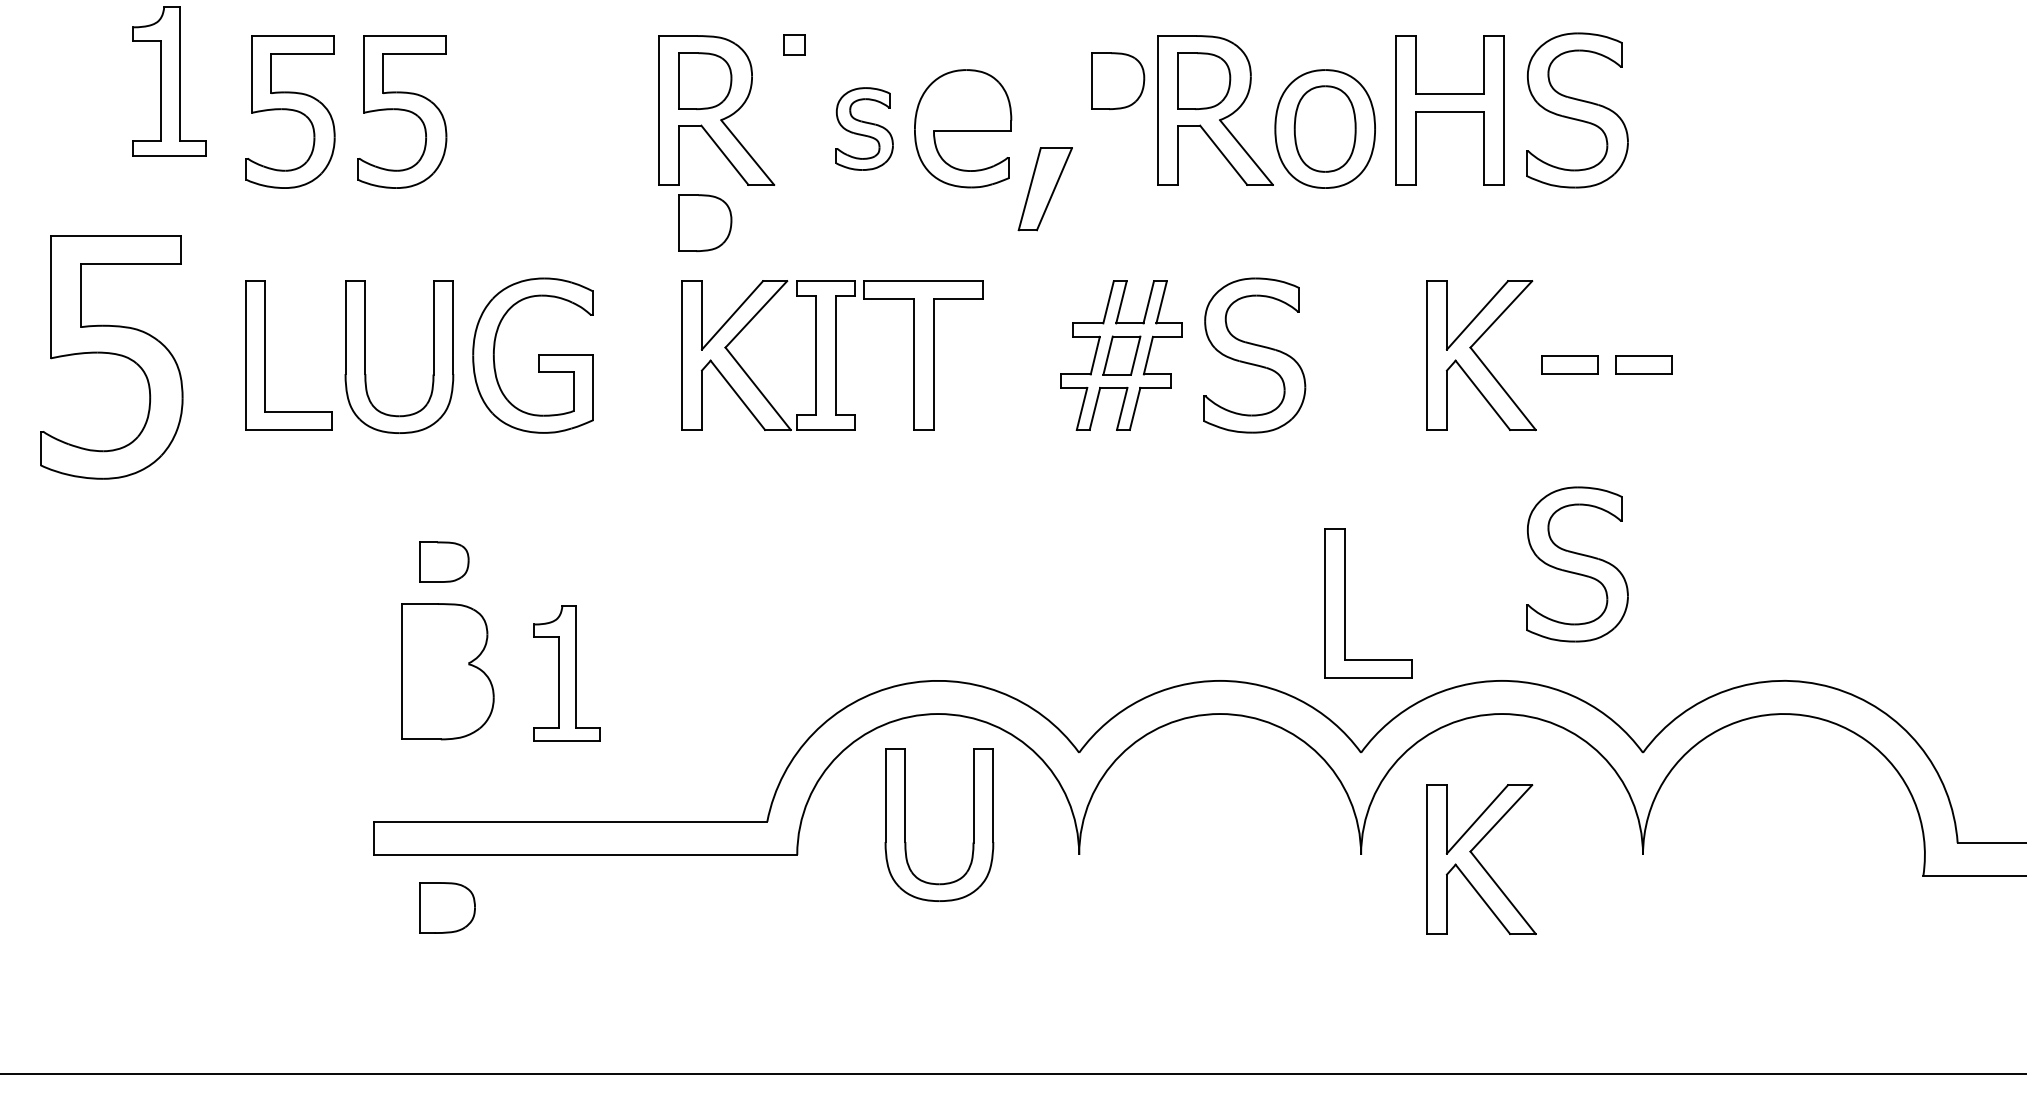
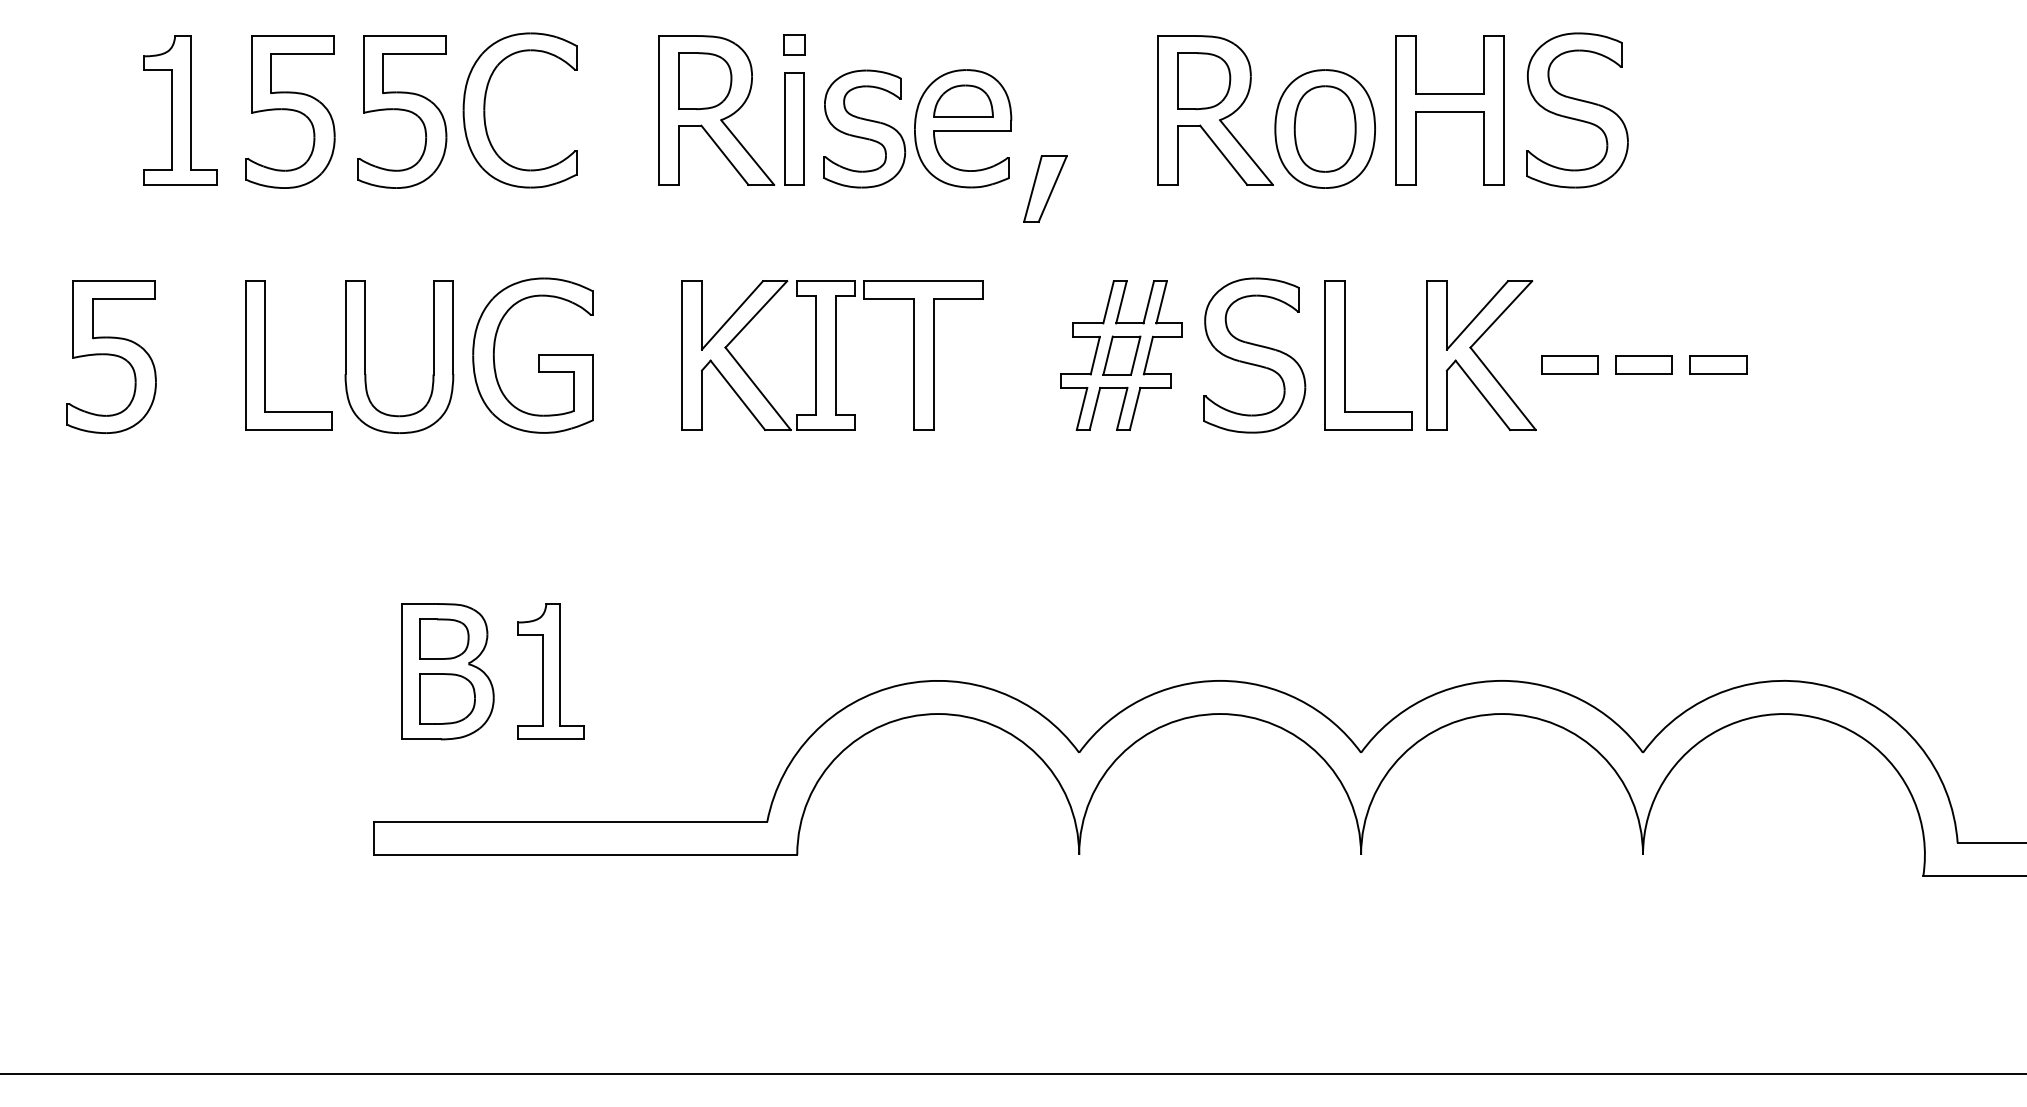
part at (1118, 80): present -> none
part at (169, 81) position: (169, 81) -> (180, 110)
part at (963, 100): none -> present
part at (485, 110): none -> present
part at (794, 128): none -> present
part at (864, 128) size: 59x84 px -> 83x120 px
part at (1044, 189) size: 56x85 px -> 45x68 px
part at (705, 222): present -> none
part at (111, 357) size: 144x245 px -> 91x154 px
part at (1718, 364): none -> present
part at (444, 561) position: (444, 561) -> (444, 638)
part at (1577, 564): present -> none
part at (1345, 603) position: (1345, 603) -> (1345, 355)
part at (566, 673) position: (566, 673) -> (550, 671)
part at (905, 824): present -> none
part at (1481, 859): present -> none
part at (447, 907) position: (447, 907) -> (447, 698)
